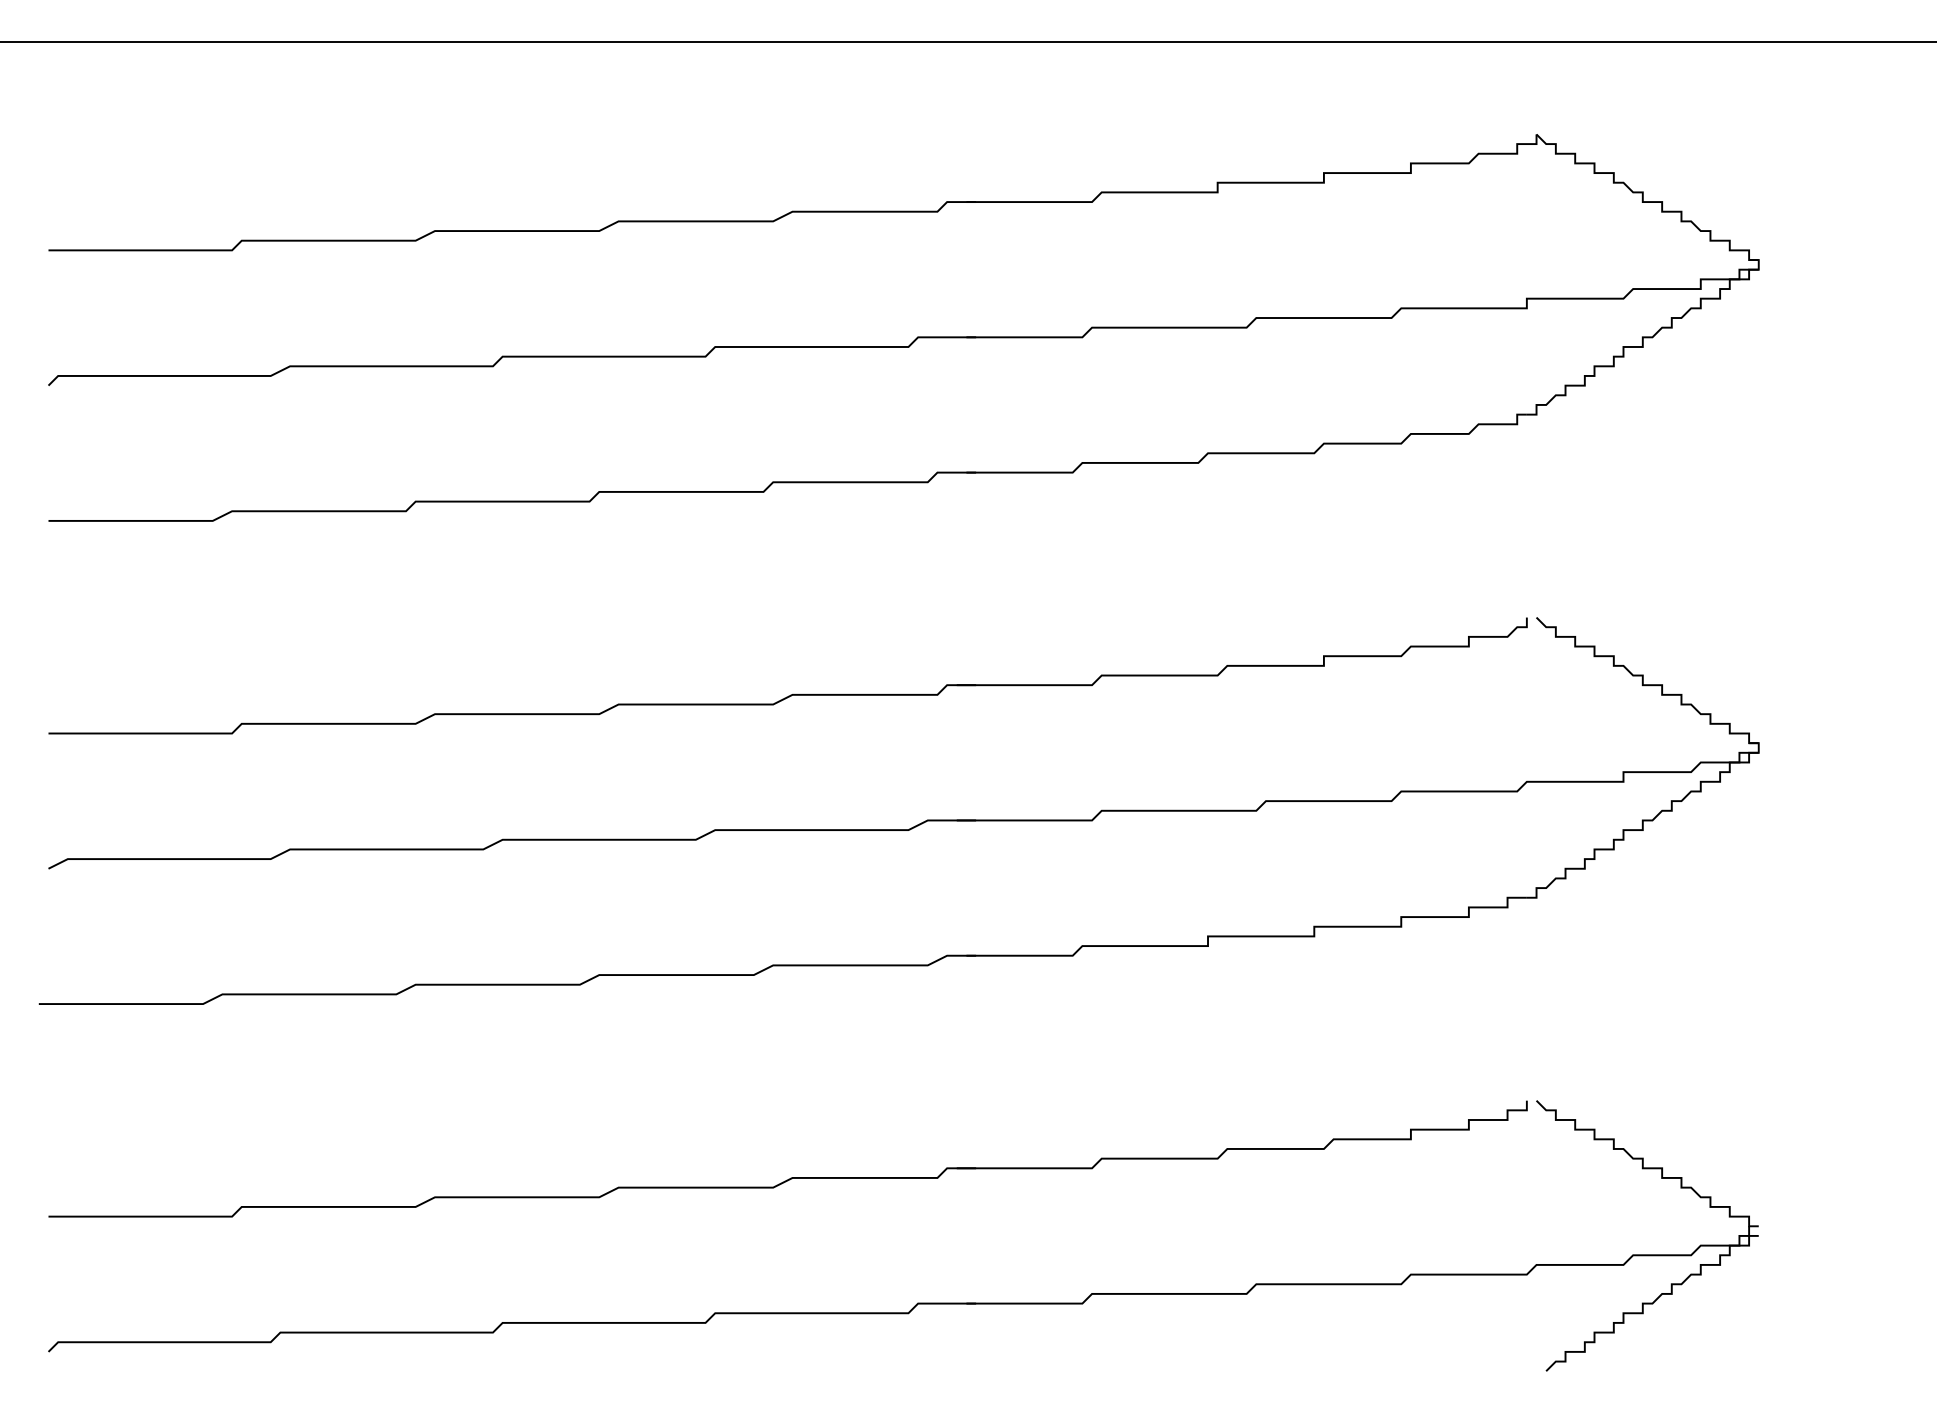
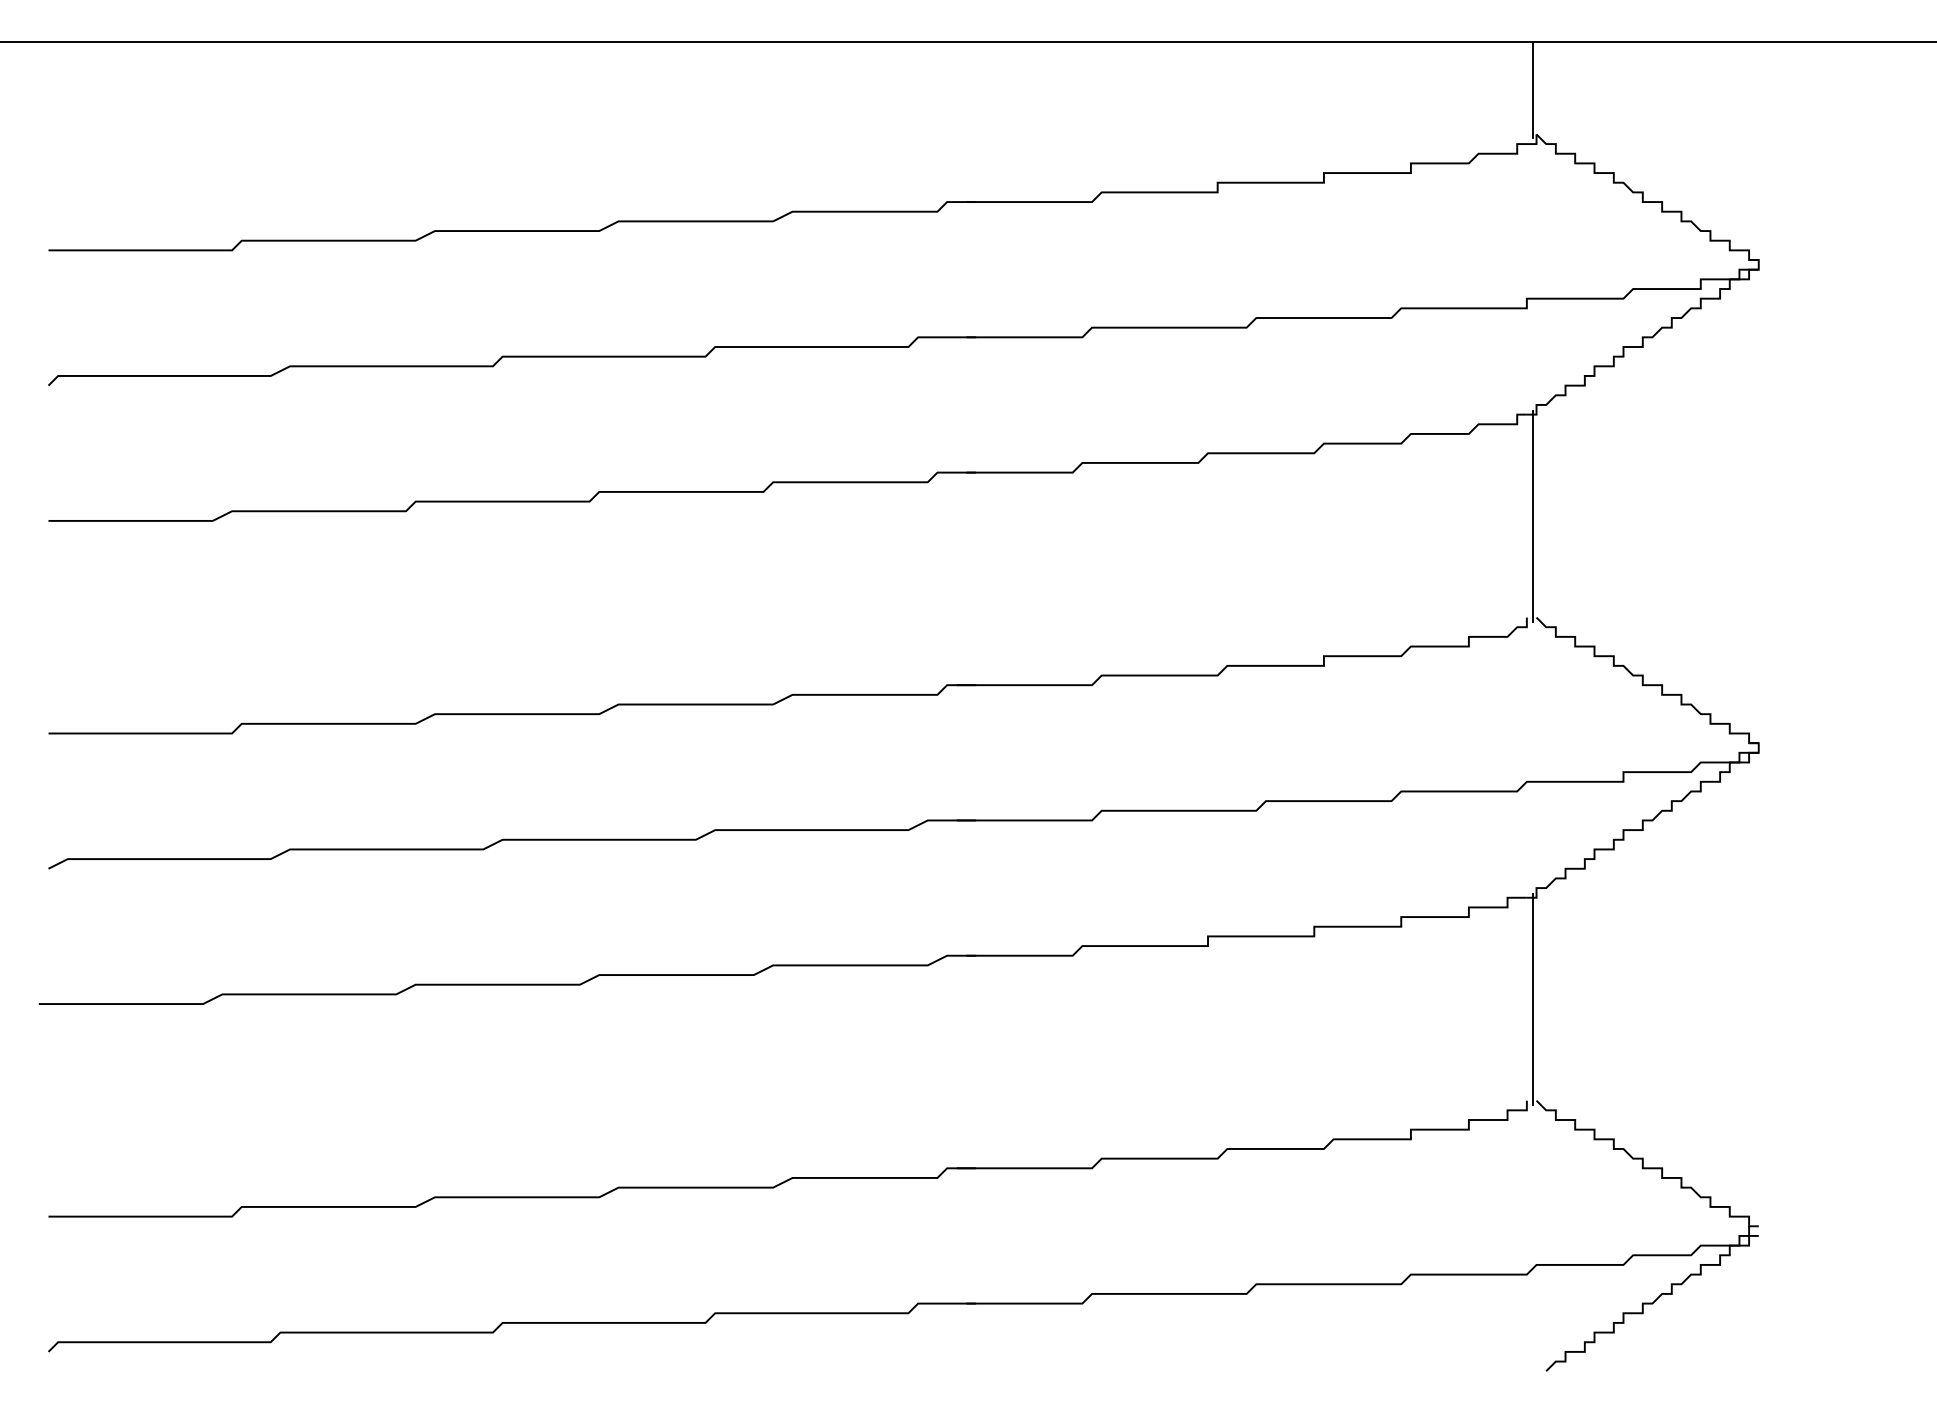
line at (1532, 90): none -> present
line at (1532, 515): none -> present
line at (1532, 999): none -> present
